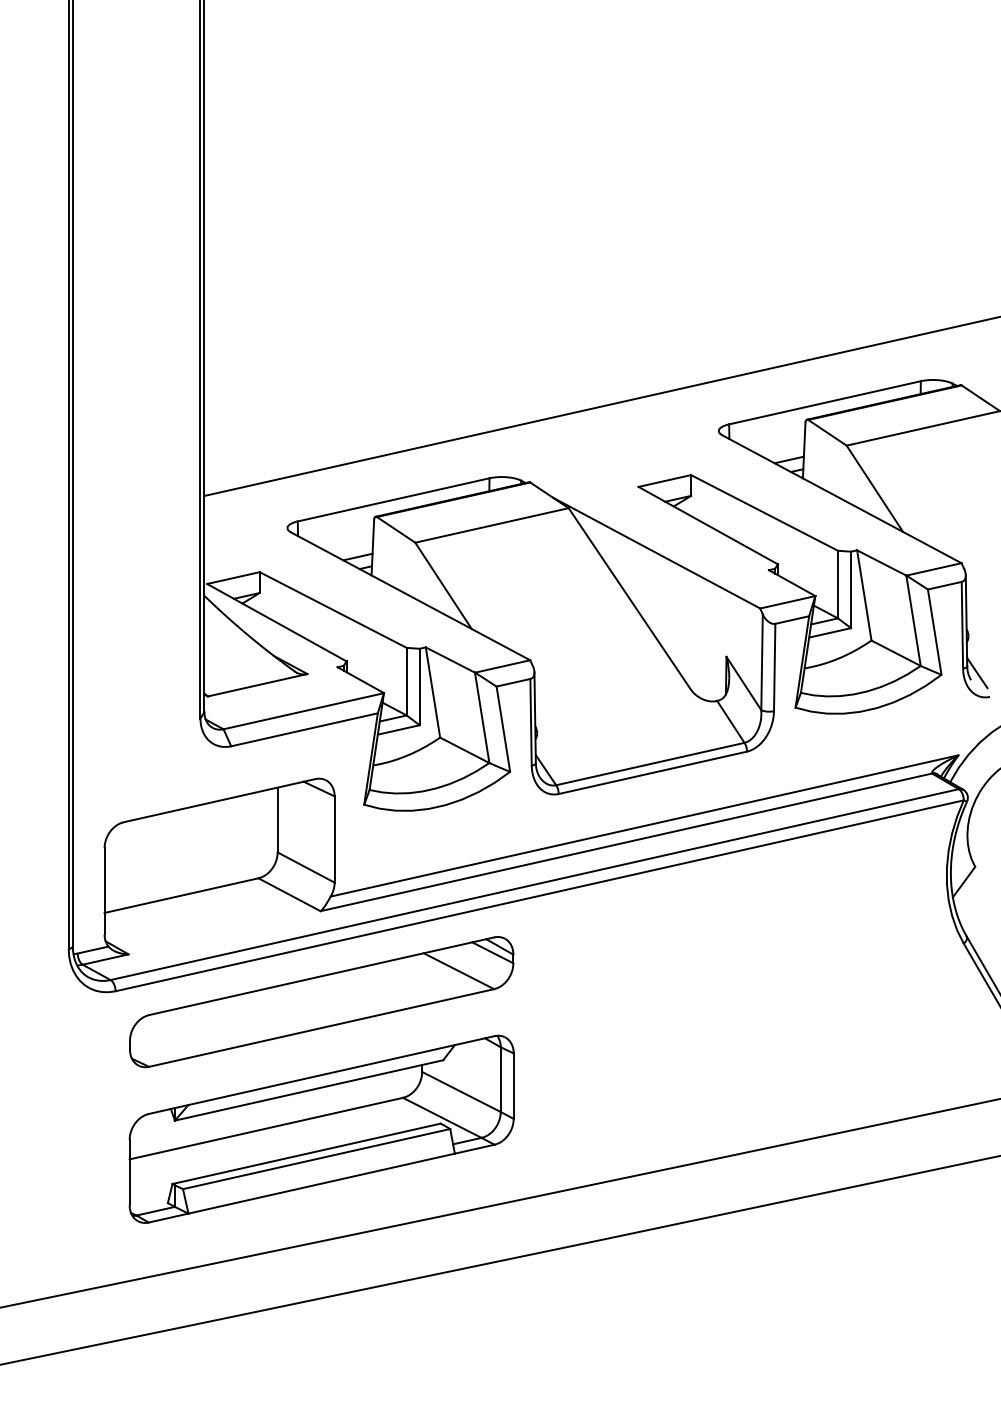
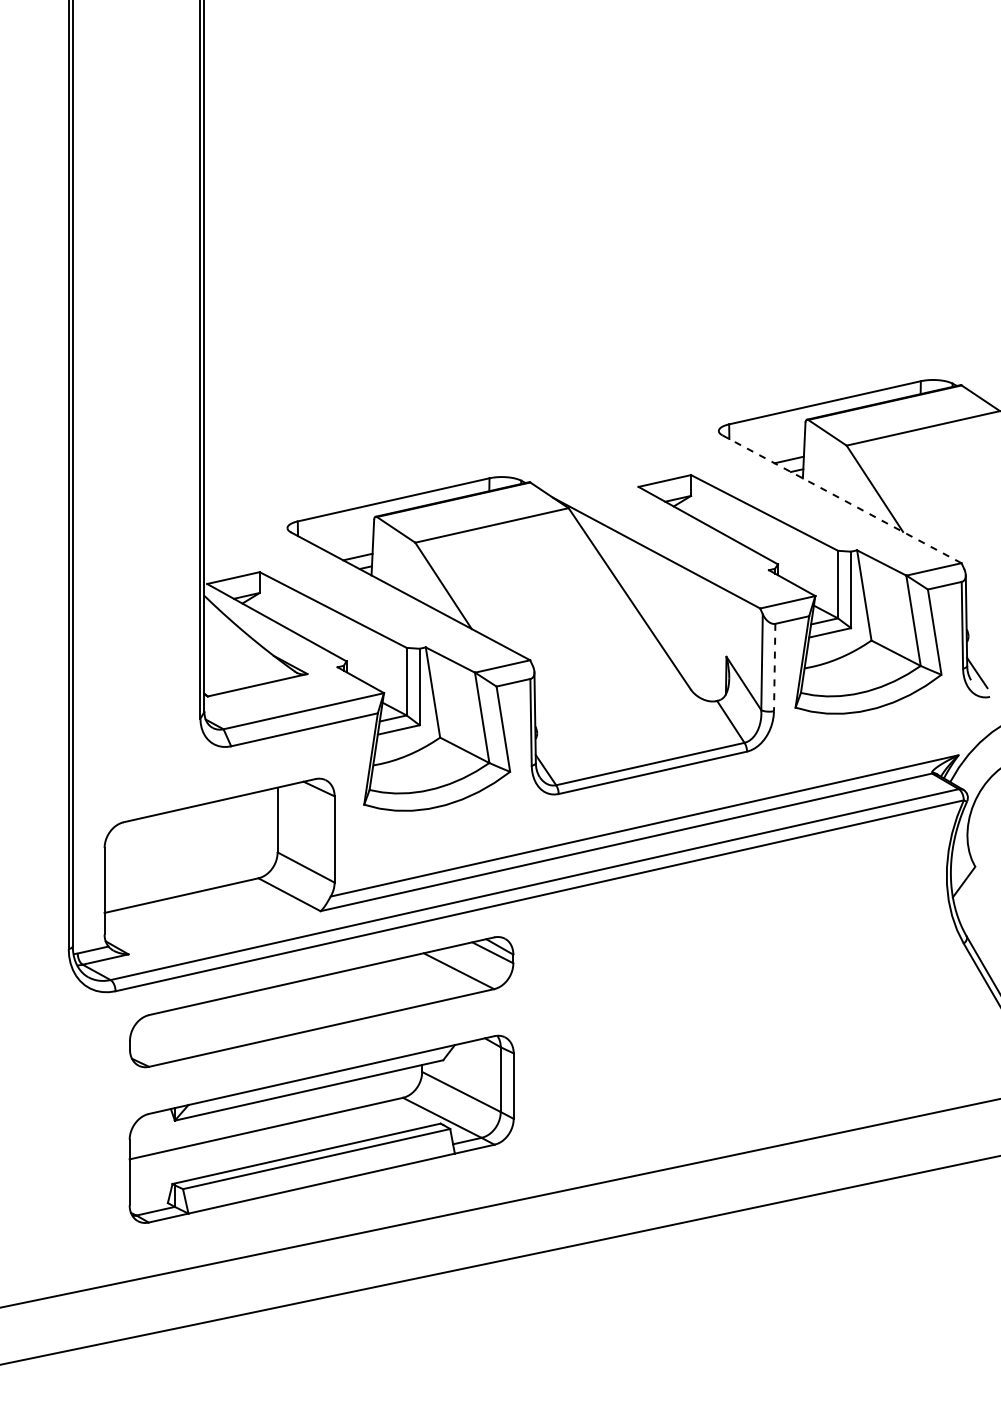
line at (600, 406): present -> none
line at (842, 499): solid -> dashed
line at (774, 667): solid -> dashed
